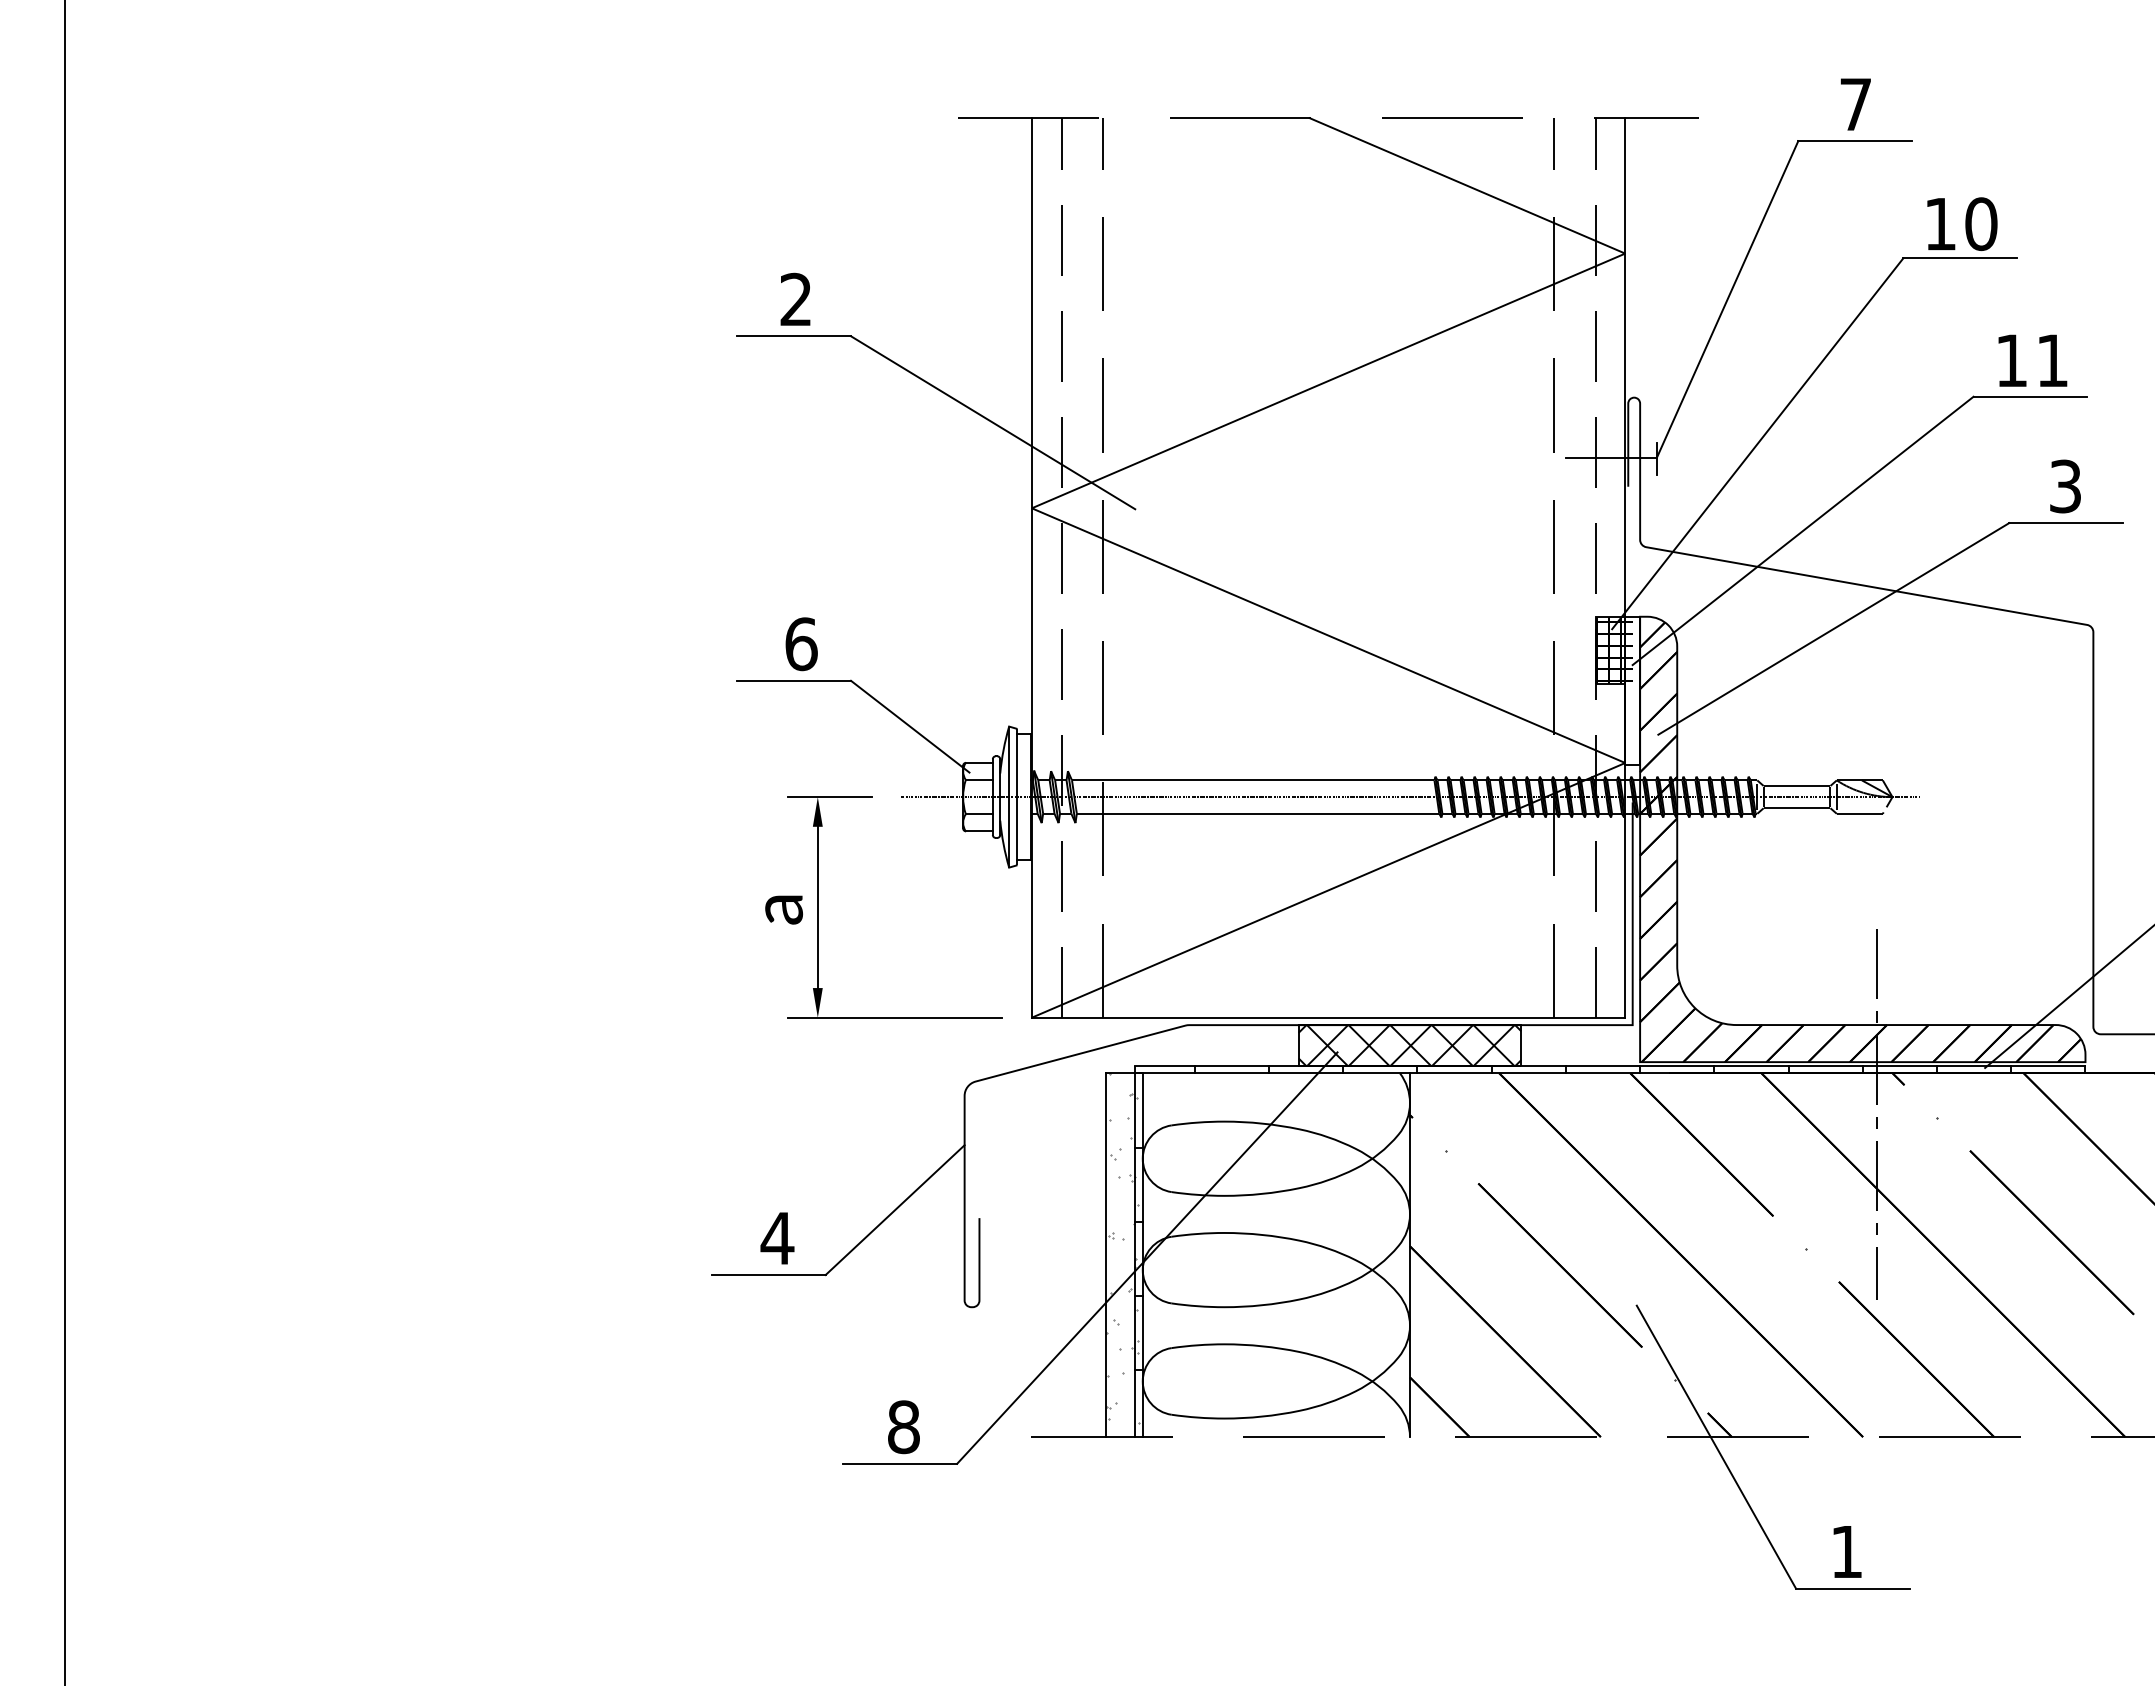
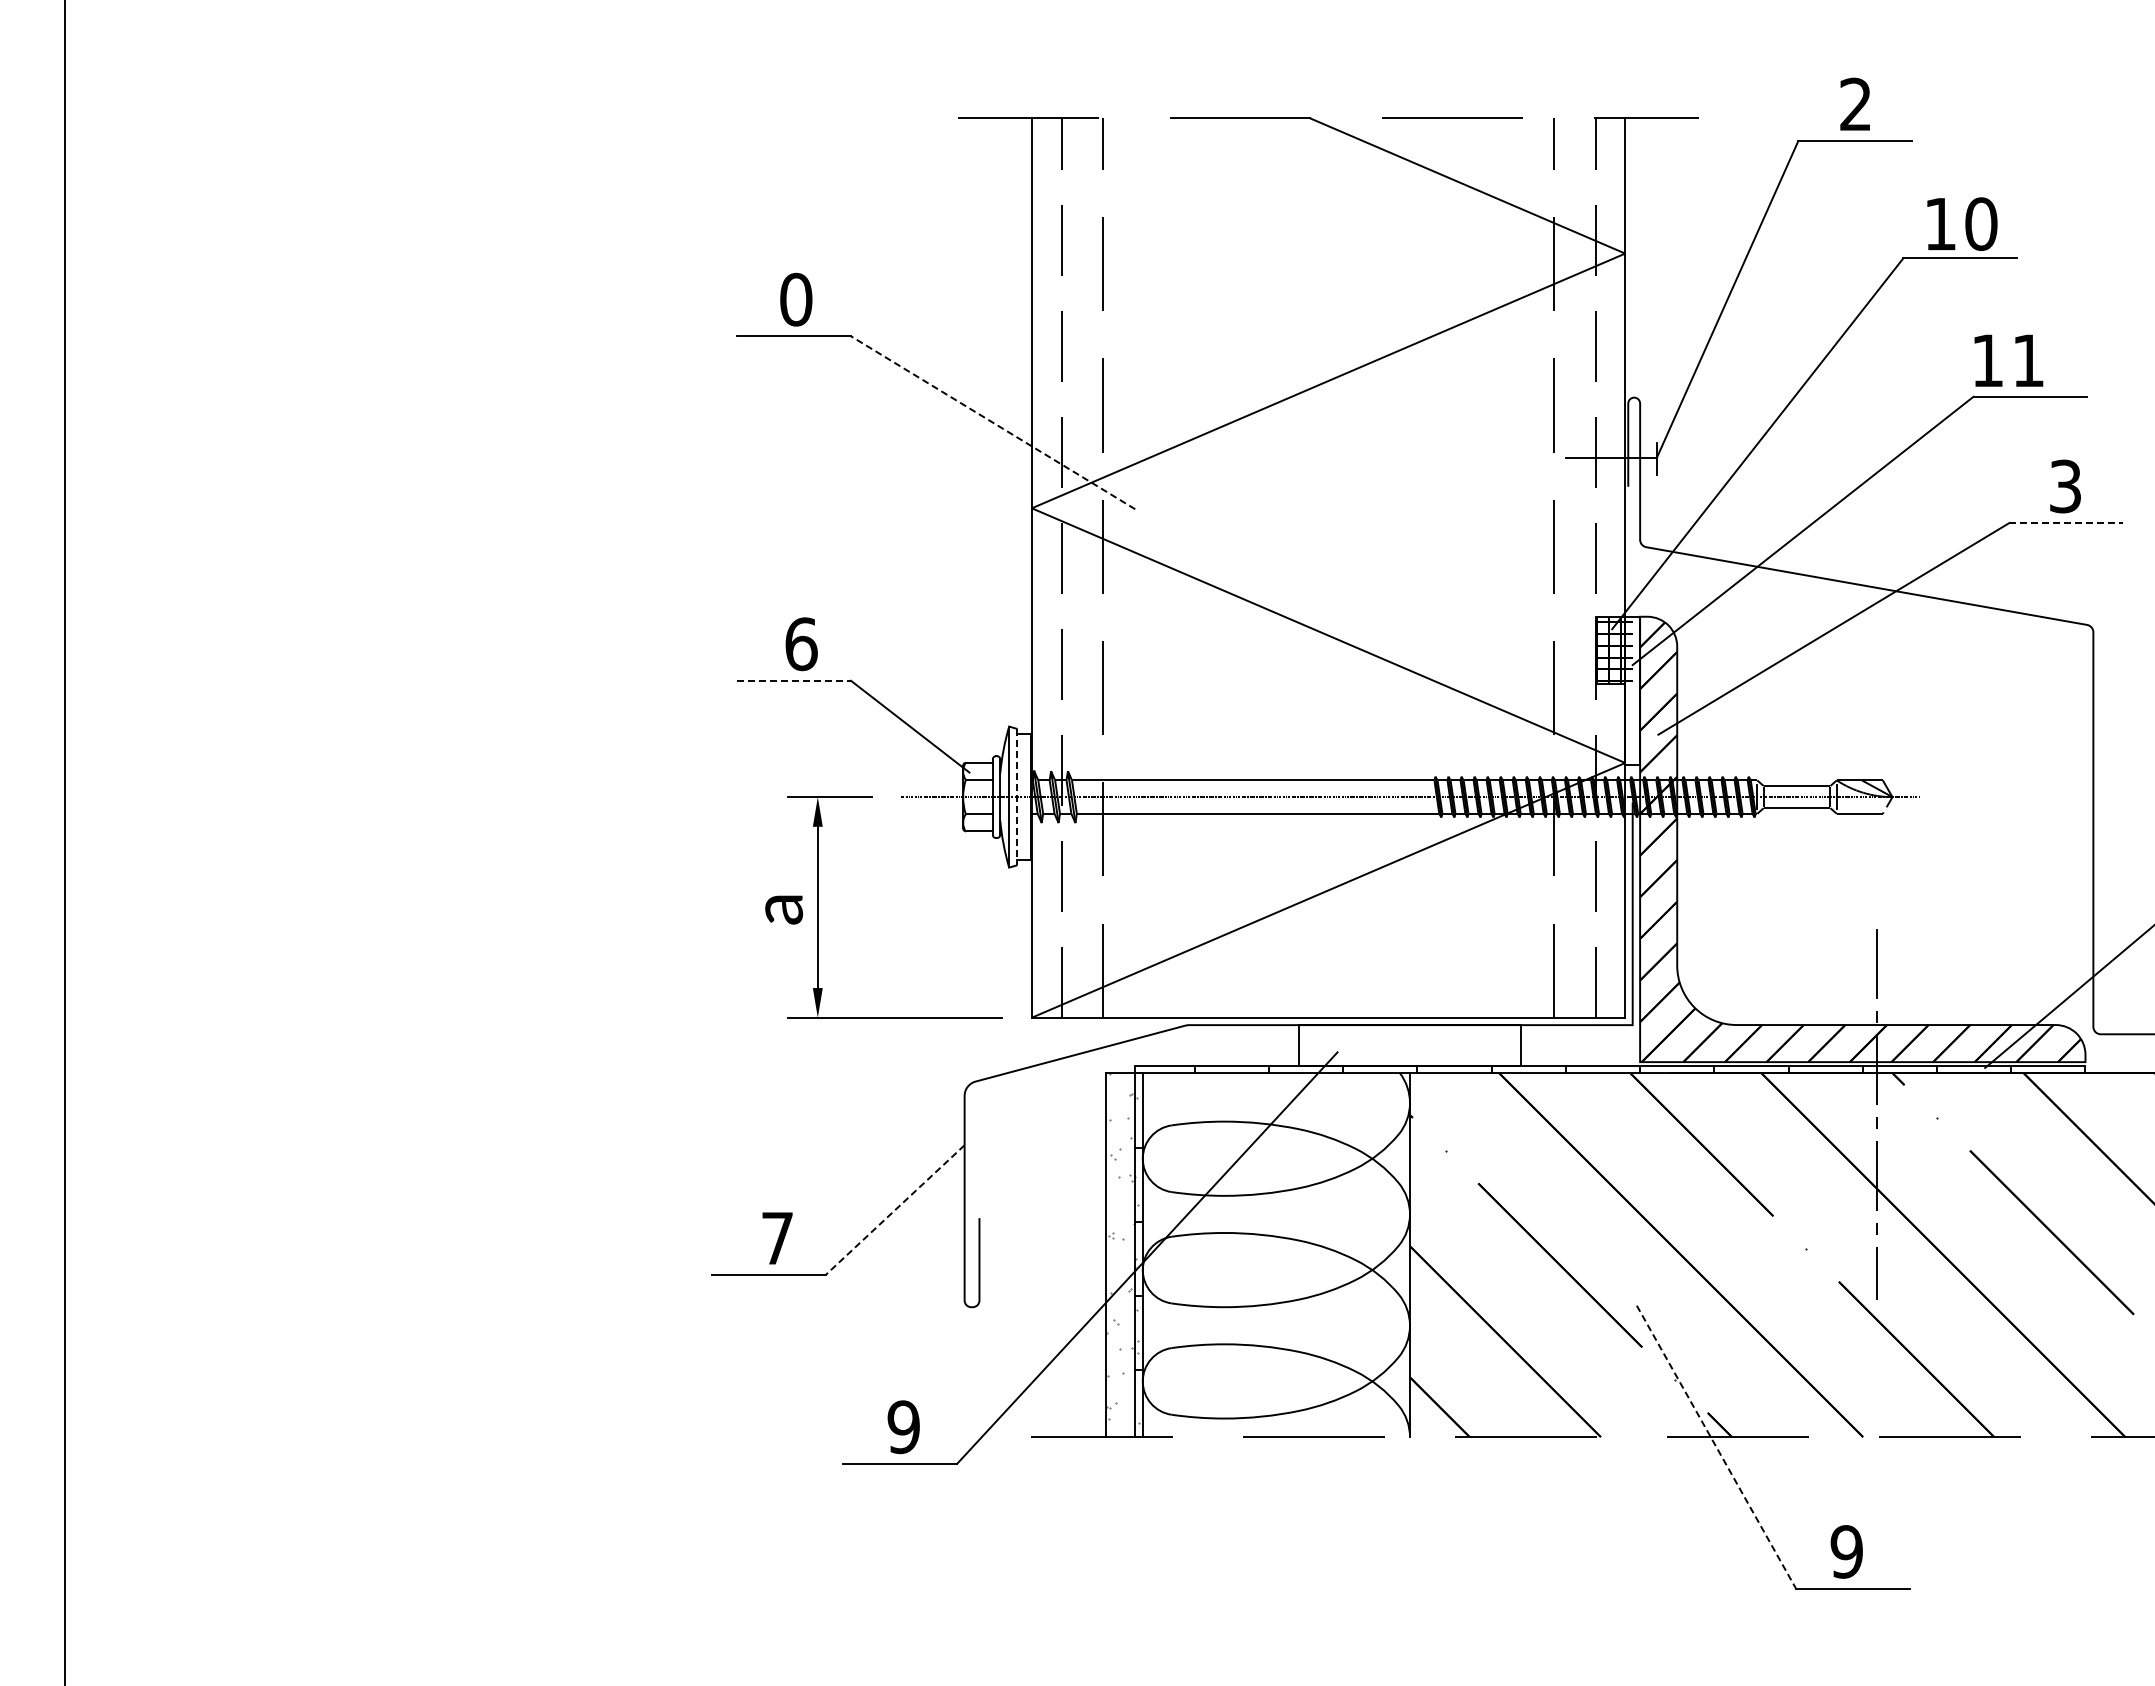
text at (1855, 103): 7 -> 2
text at (796, 299): 2 -> 0
text at (2032, 360) position: (2032, 360) -> (2008, 360)
line at (992, 422): solid -> dashed
line at (2066, 523): solid -> dashed
line at (794, 680): solid -> dashed
line at (1016, 797): solid -> dashed
hatch at (1409, 1045): present -> none
line at (894, 1210): solid -> dashed
text at (777, 1238): 4 -> 7
text at (903, 1427): 8 -> 9
line at (1716, 1447): solid -> dashed
text at (1846, 1551): 1 -> 9
